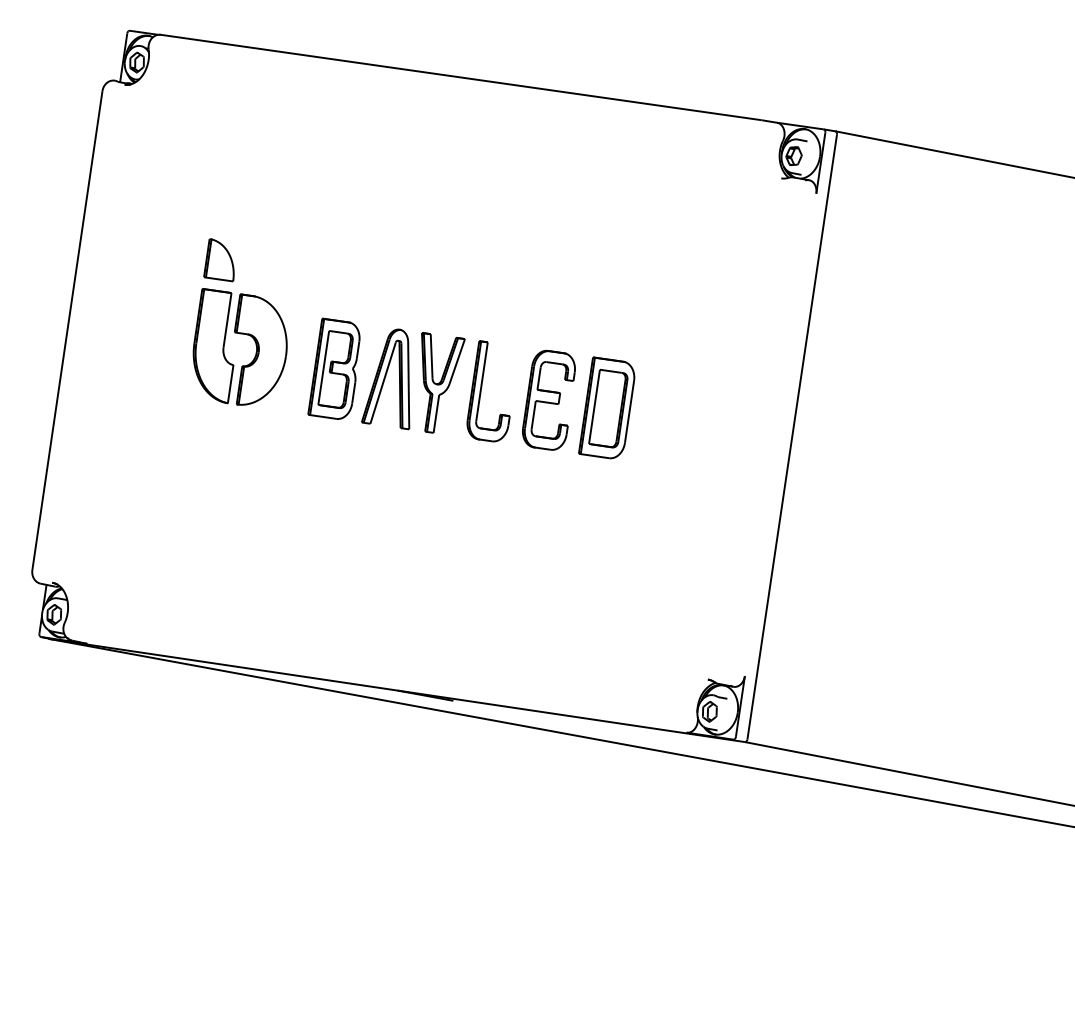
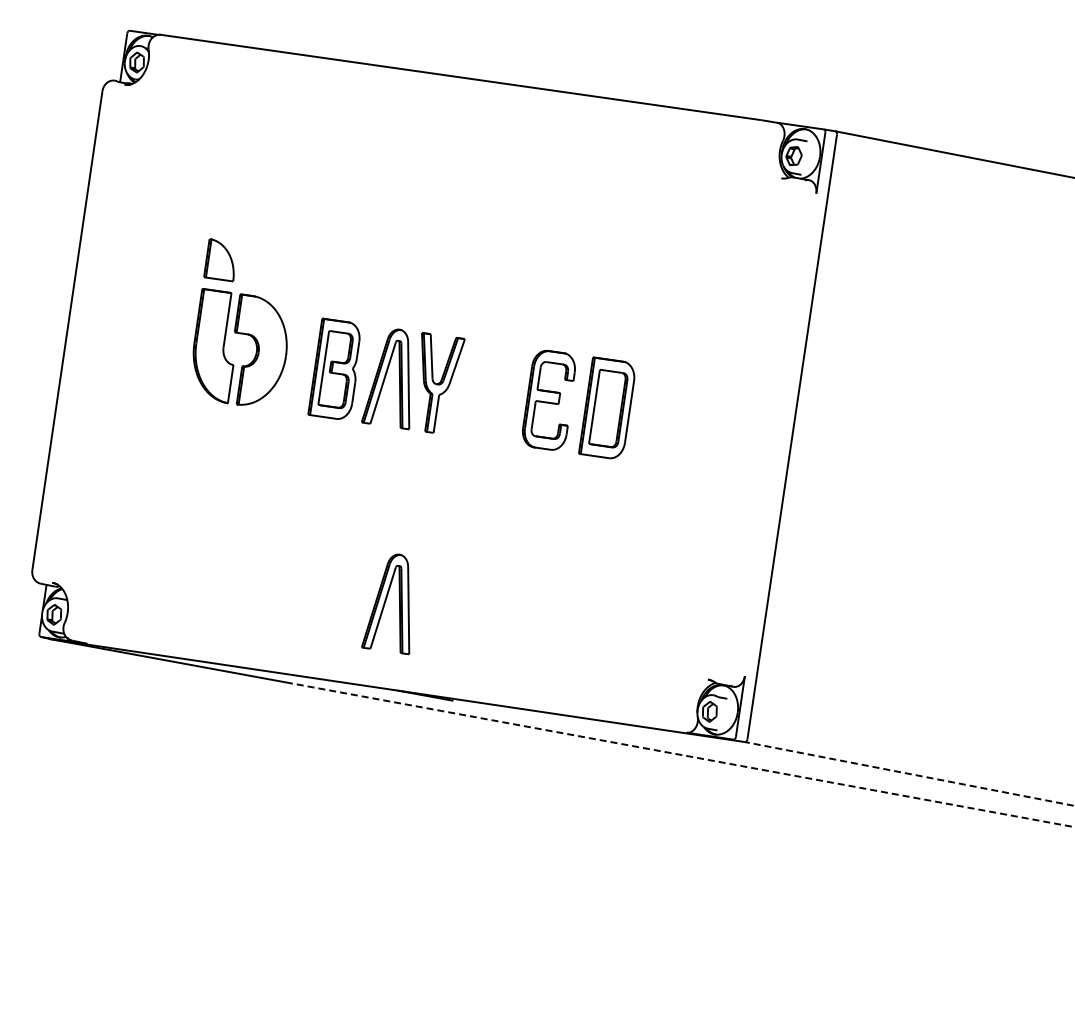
part at (481, 391): present -> none
part at (385, 604): none -> present
line at (680, 754): solid -> dashed
line at (909, 773): solid -> dashed
